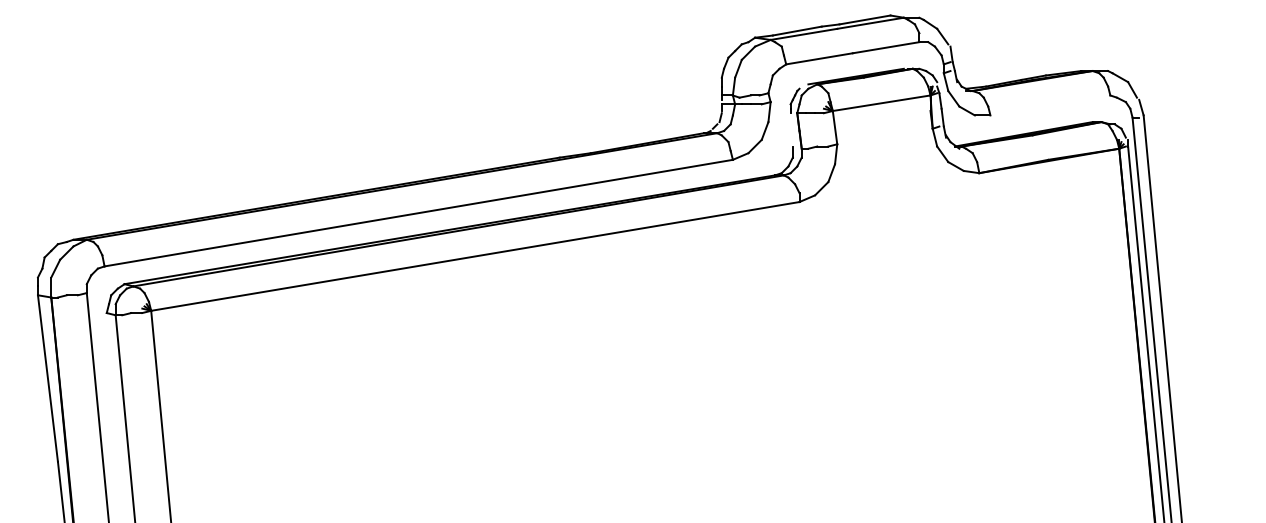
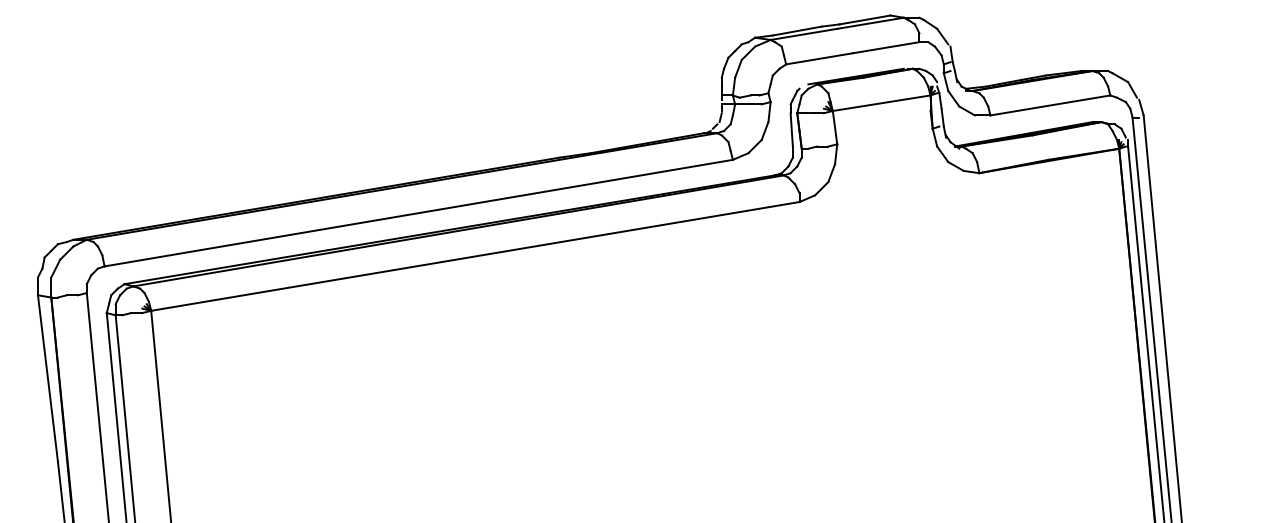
line at (1050, 105): none -> present
line at (791, 129): none -> present
line at (116, 416): none -> present
